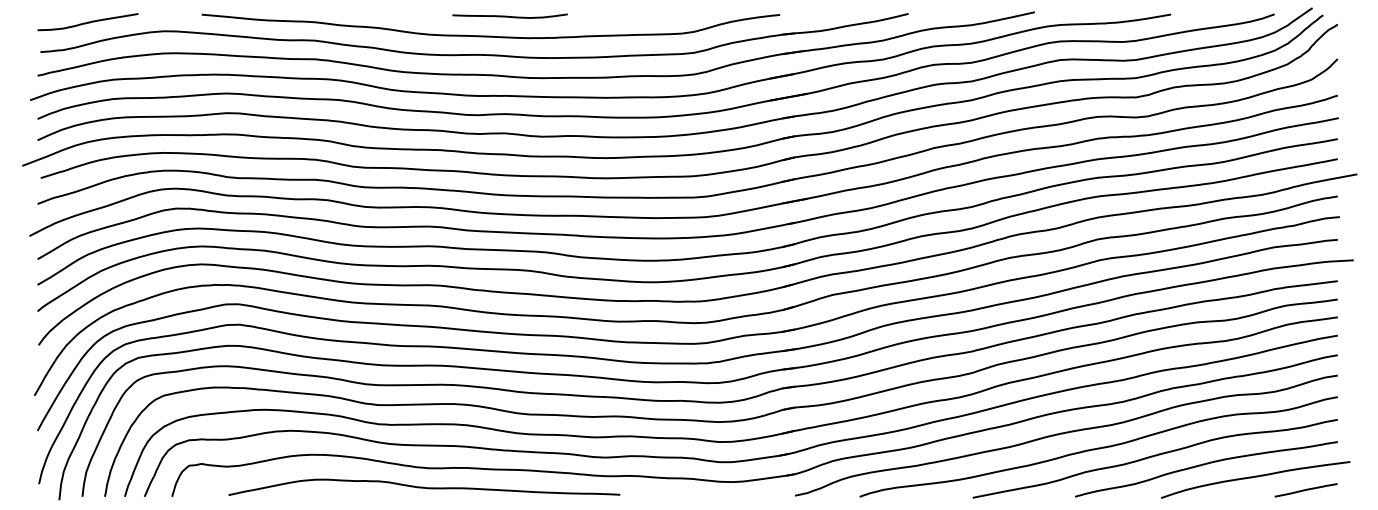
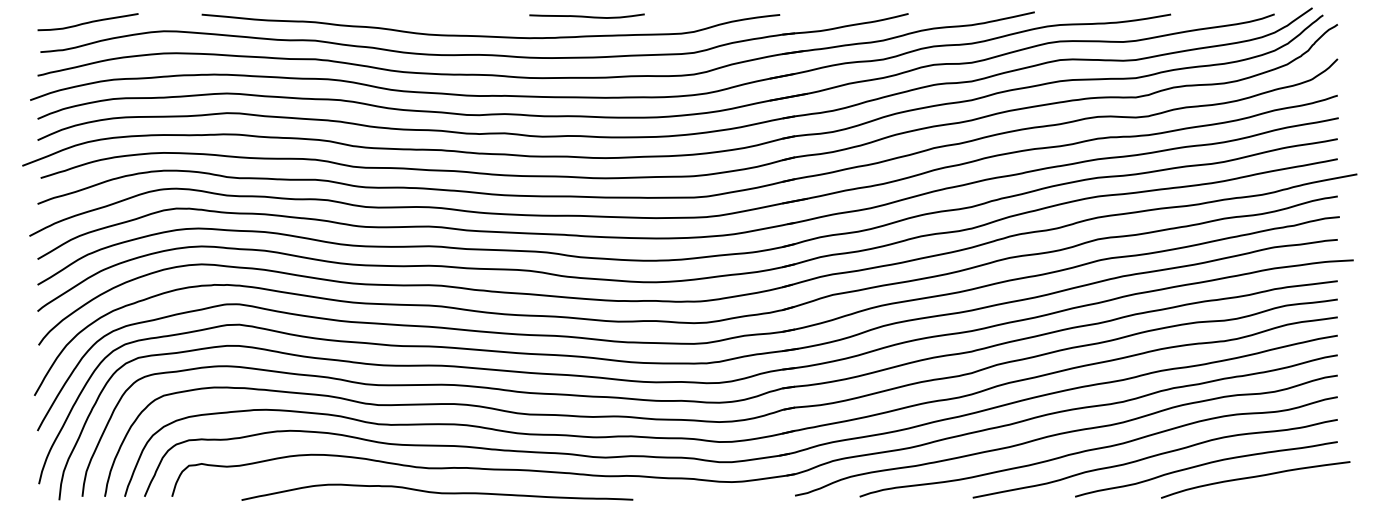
curve at (509, 16) position: (509, 16) -> (586, 16)
curve at (423, 486) position: (423, 486) -> (436, 491)
line at (1305, 490): present -> none
